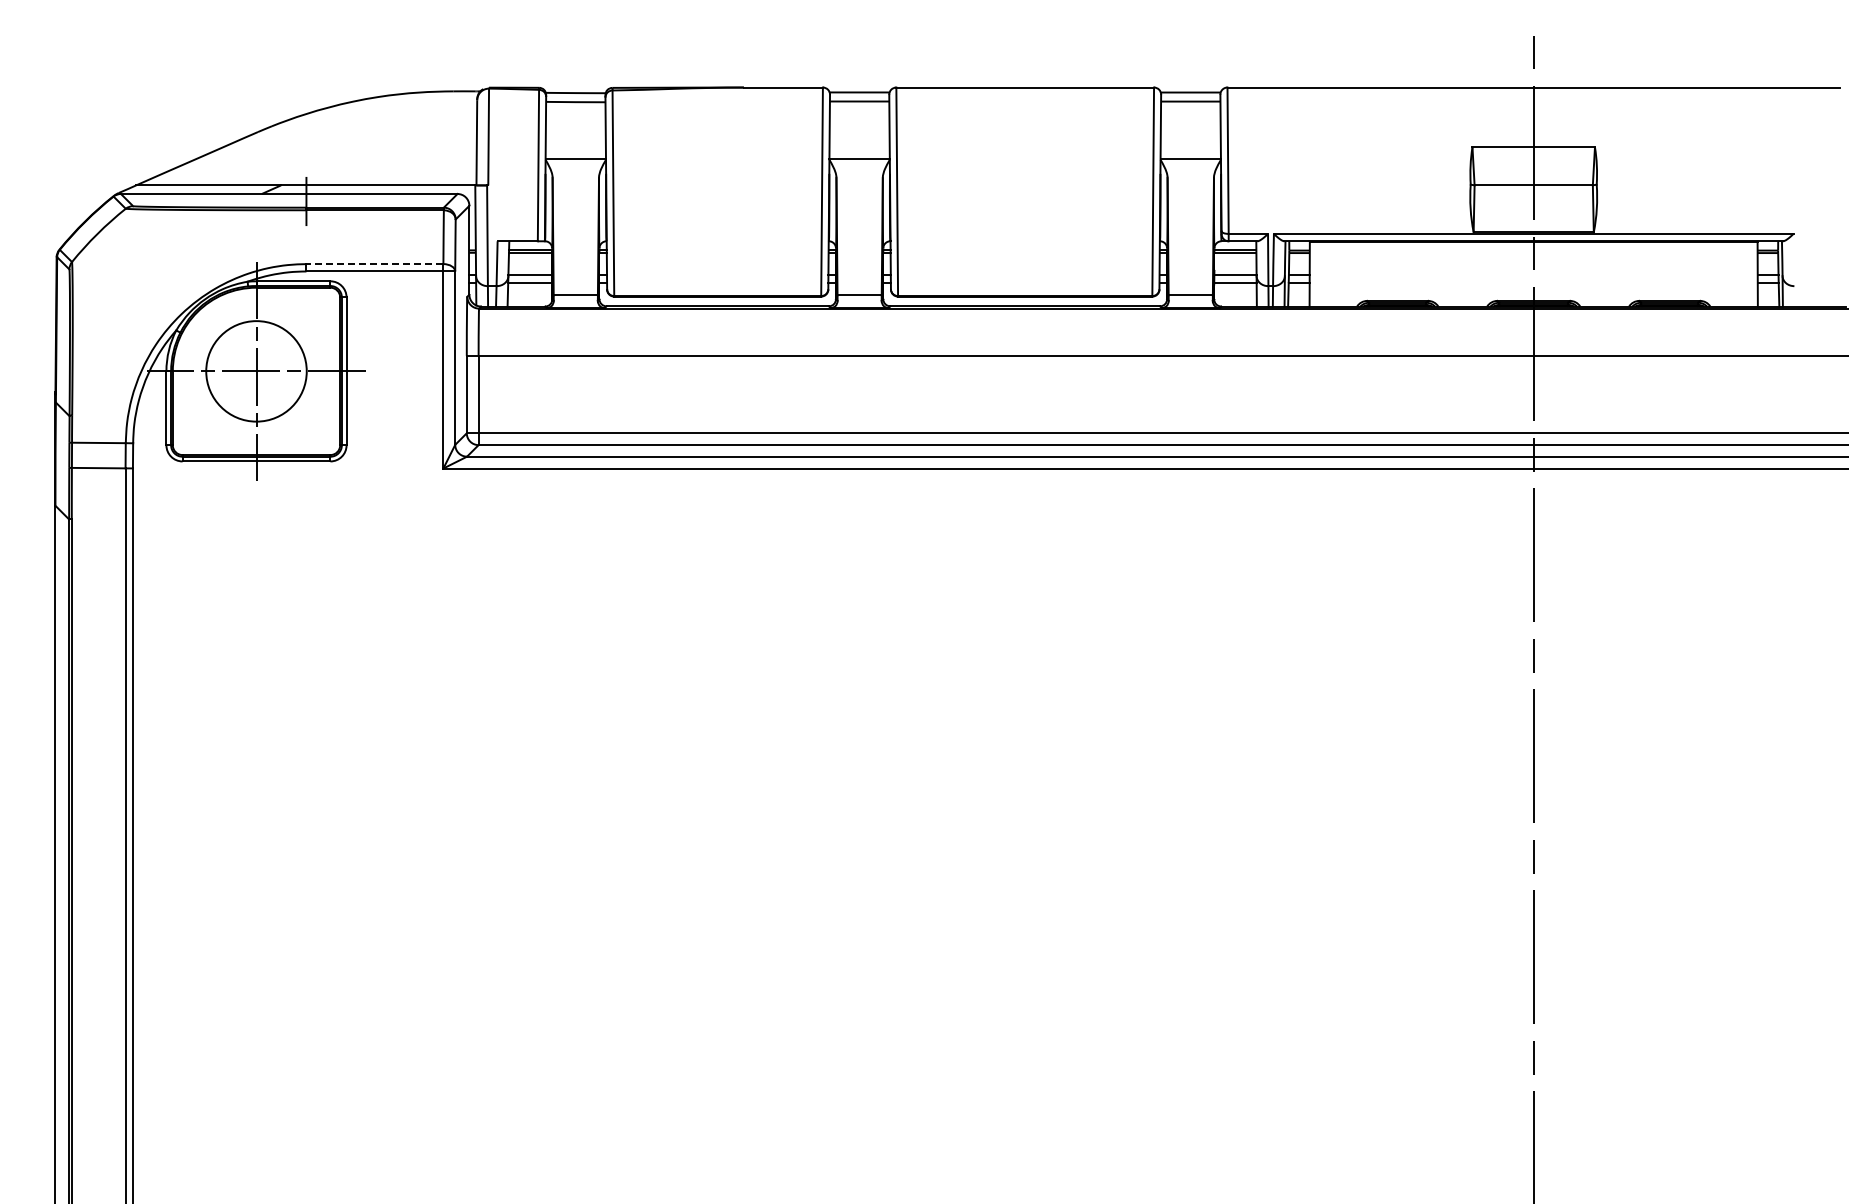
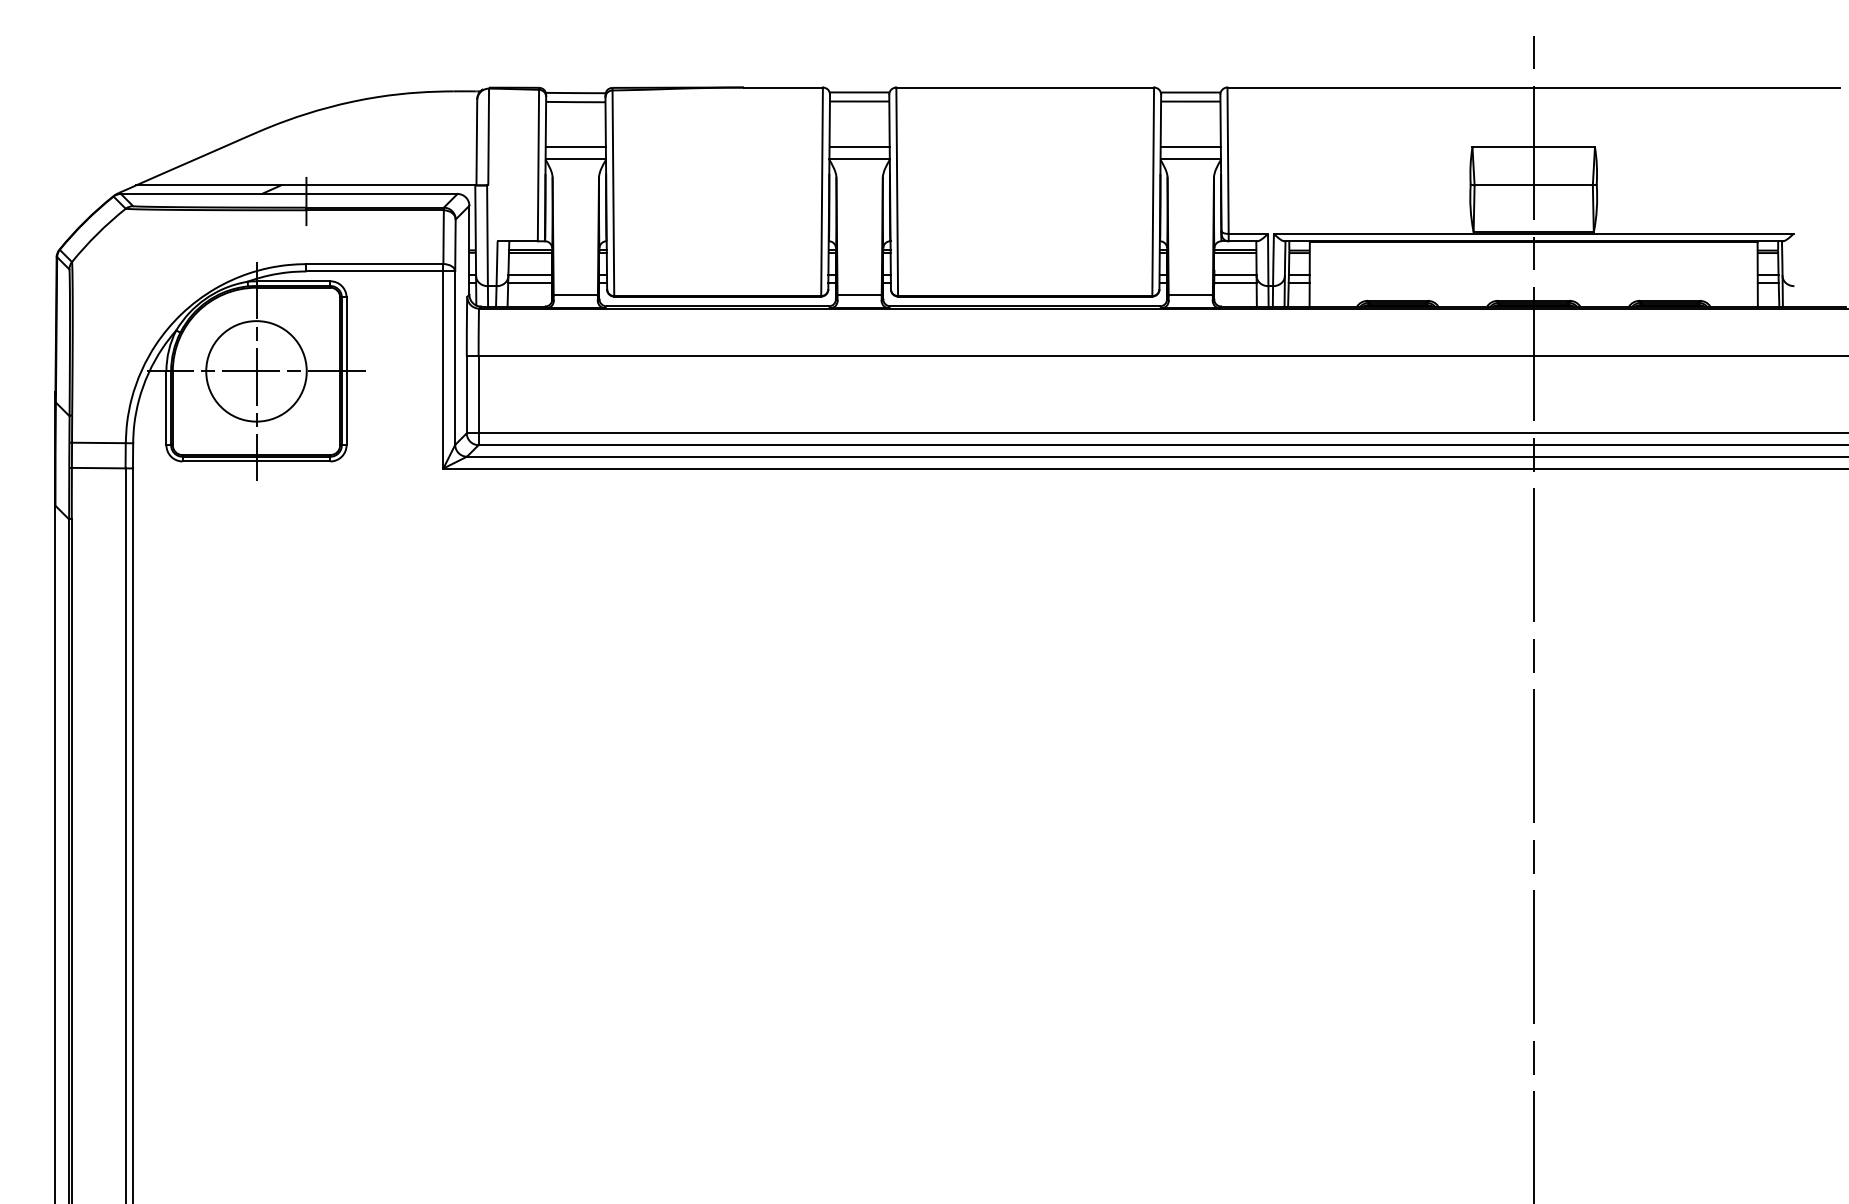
line at (575, 146): none -> present
line at (859, 146): none -> present
line at (1190, 146): none -> present
line at (374, 264): dashed -> solid
